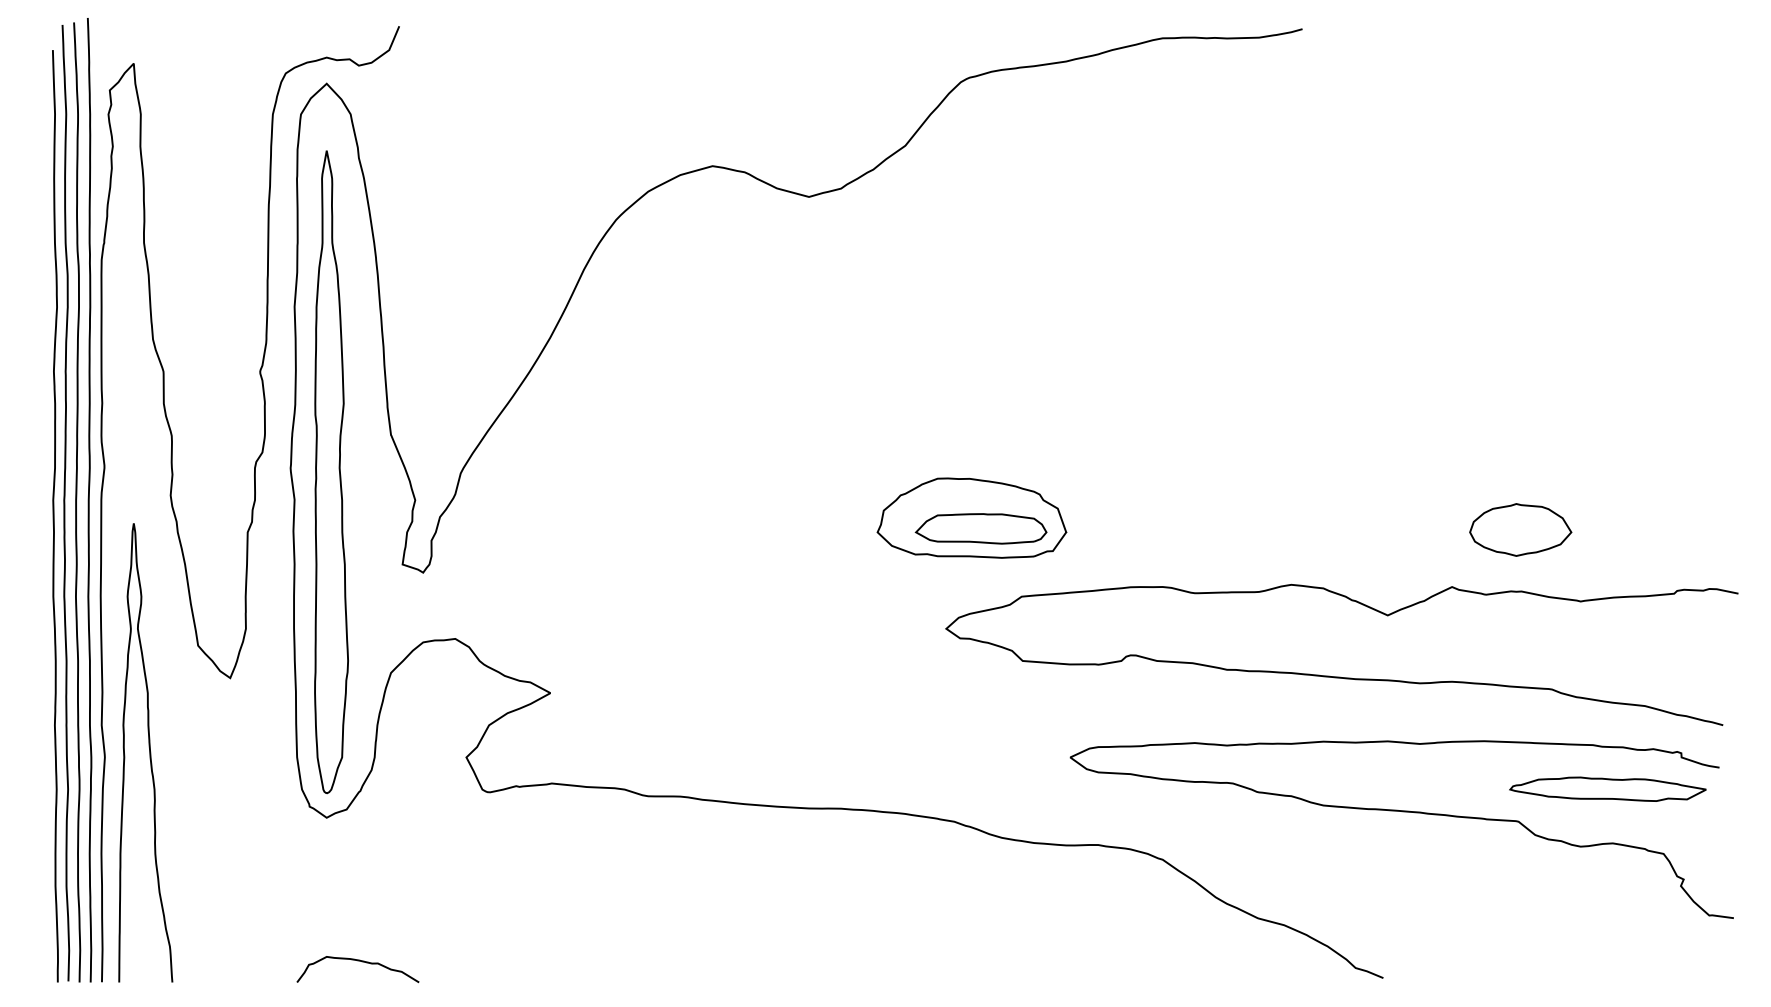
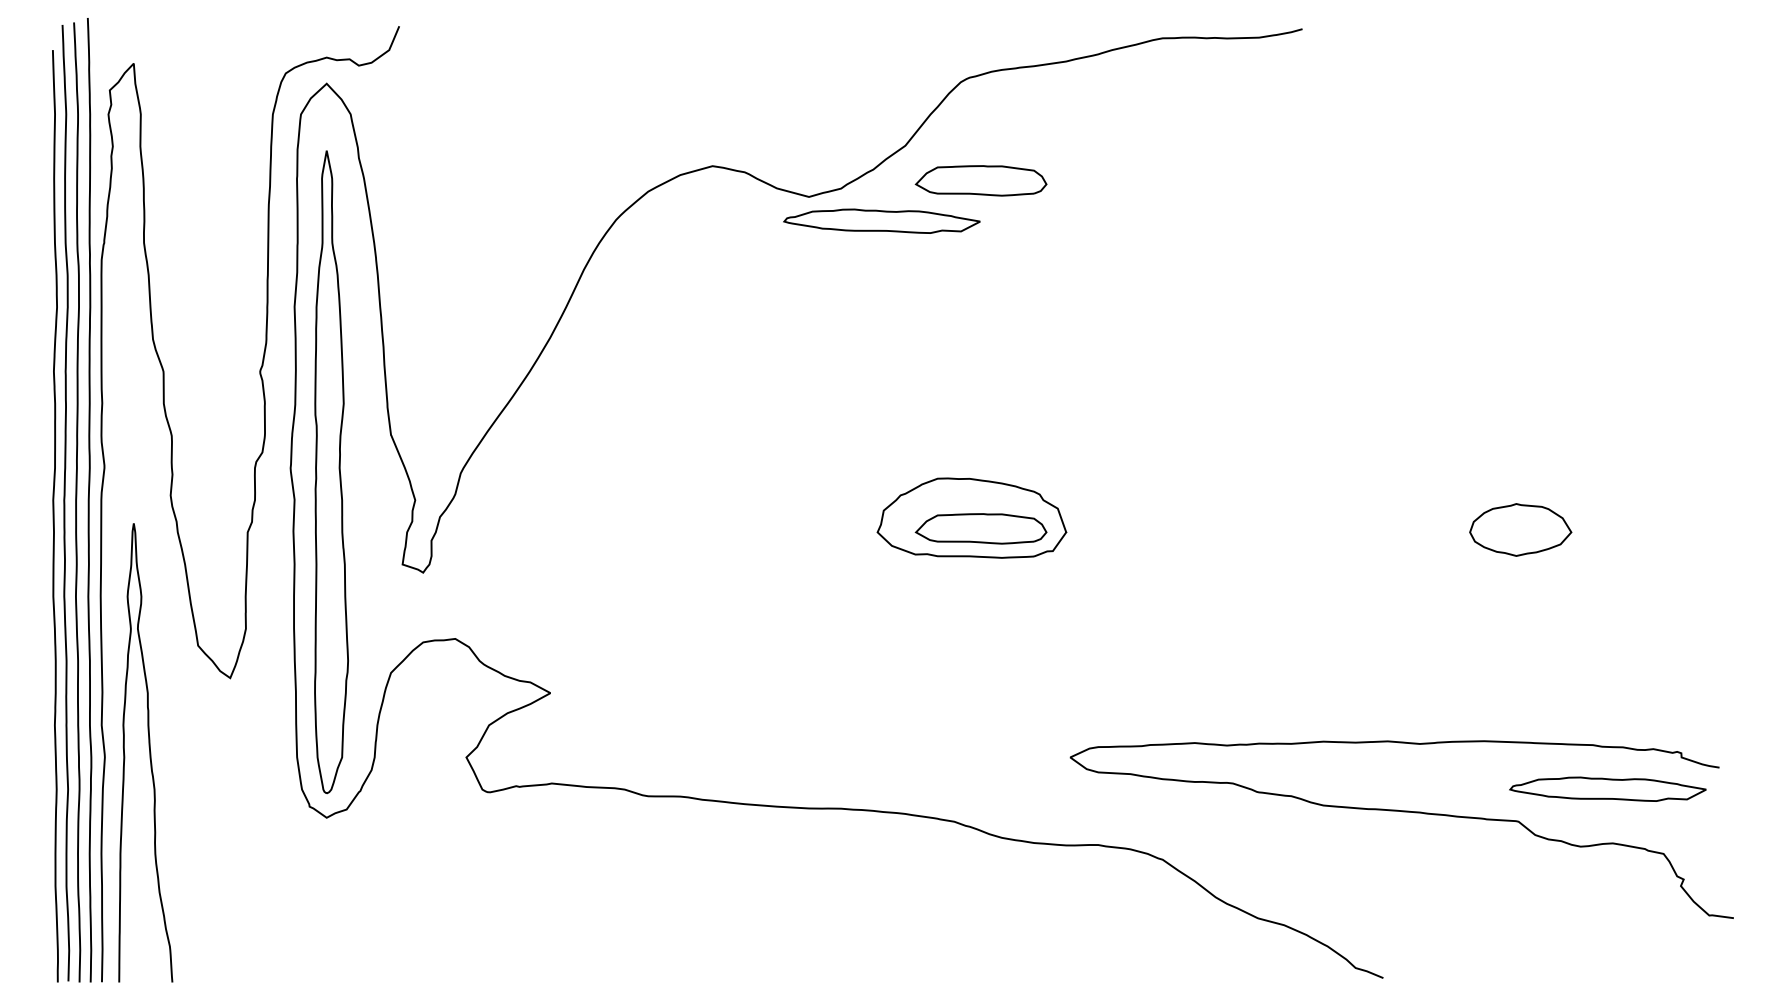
part at (980, 180): none -> present
part at (881, 220): none -> present
curve at (1340, 676): present -> none
curve at (357, 961): present -> none
